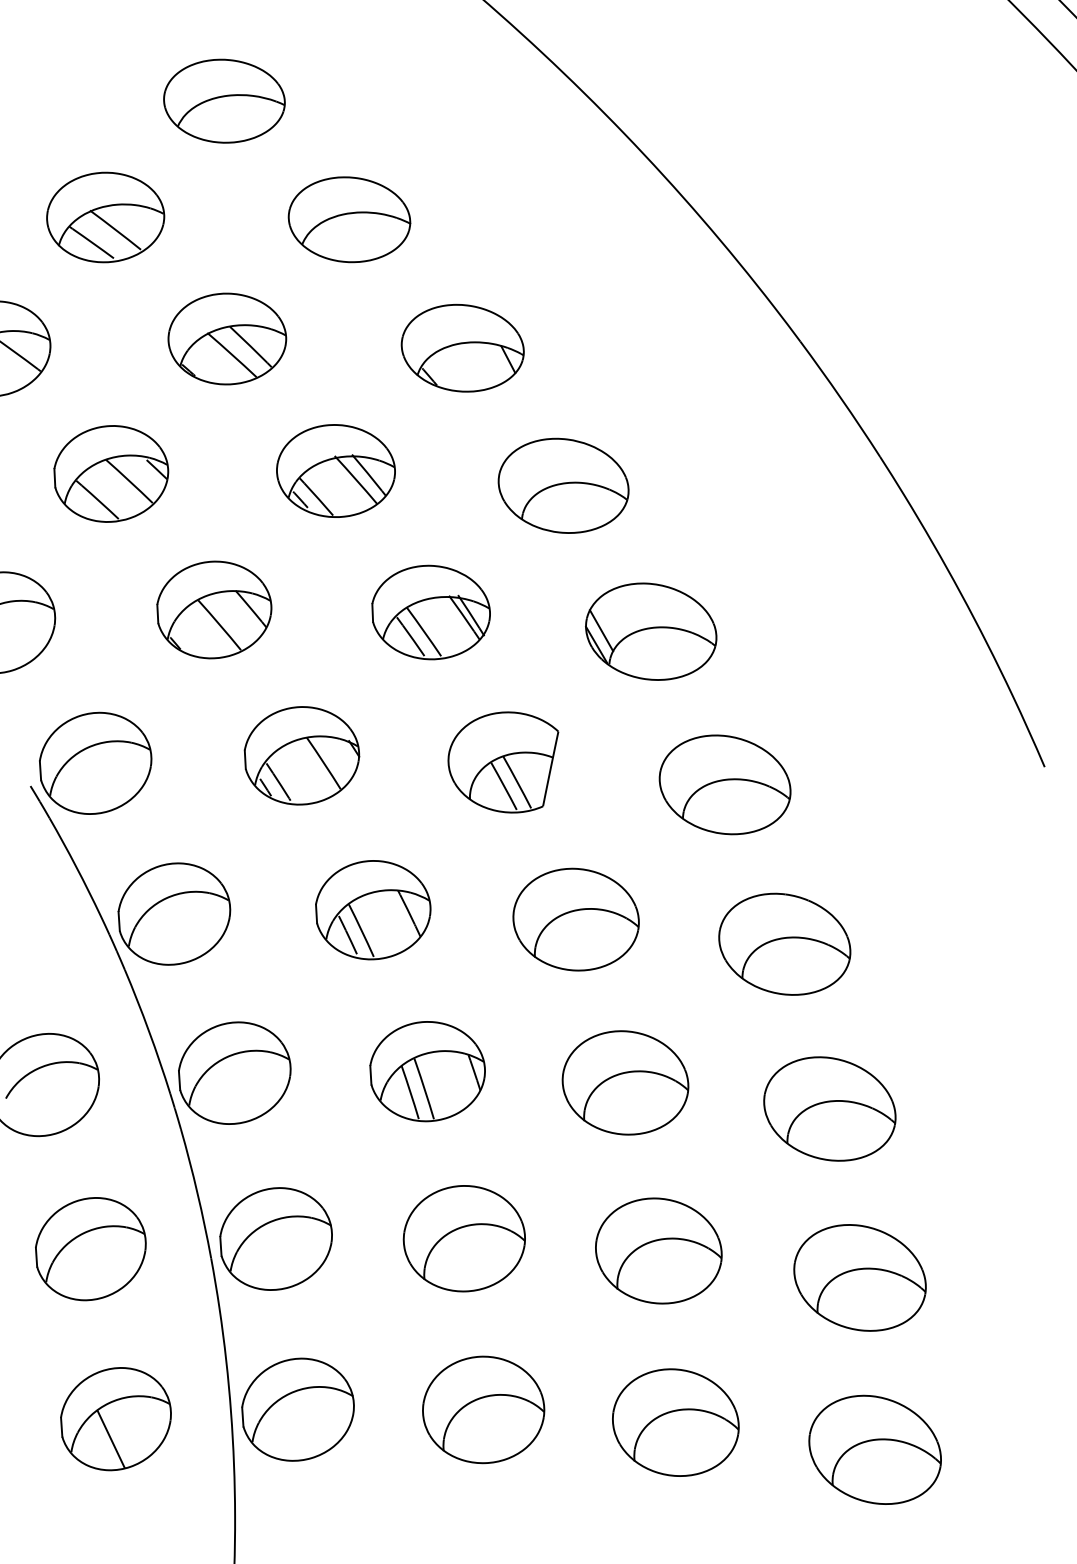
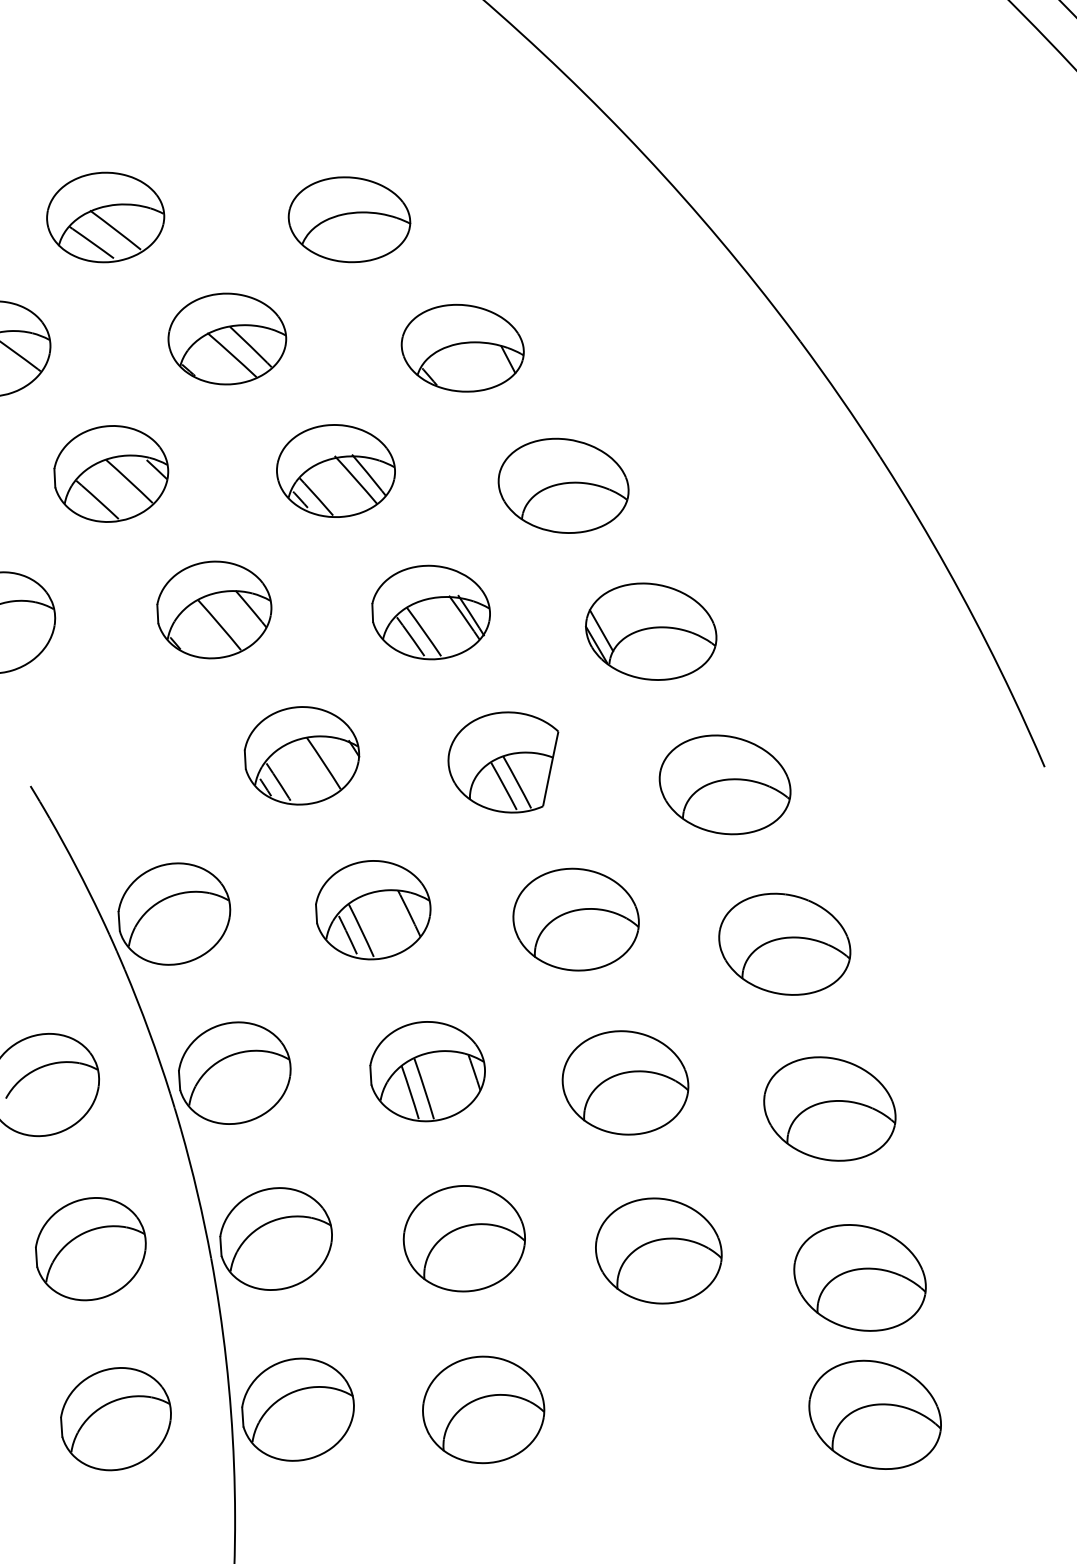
part at (224, 100): present -> none
part at (95, 762): present -> none
part at (675, 1422): present -> none
line at (110, 1438): present -> none
part at (874, 1449) position: (874, 1449) -> (874, 1414)
